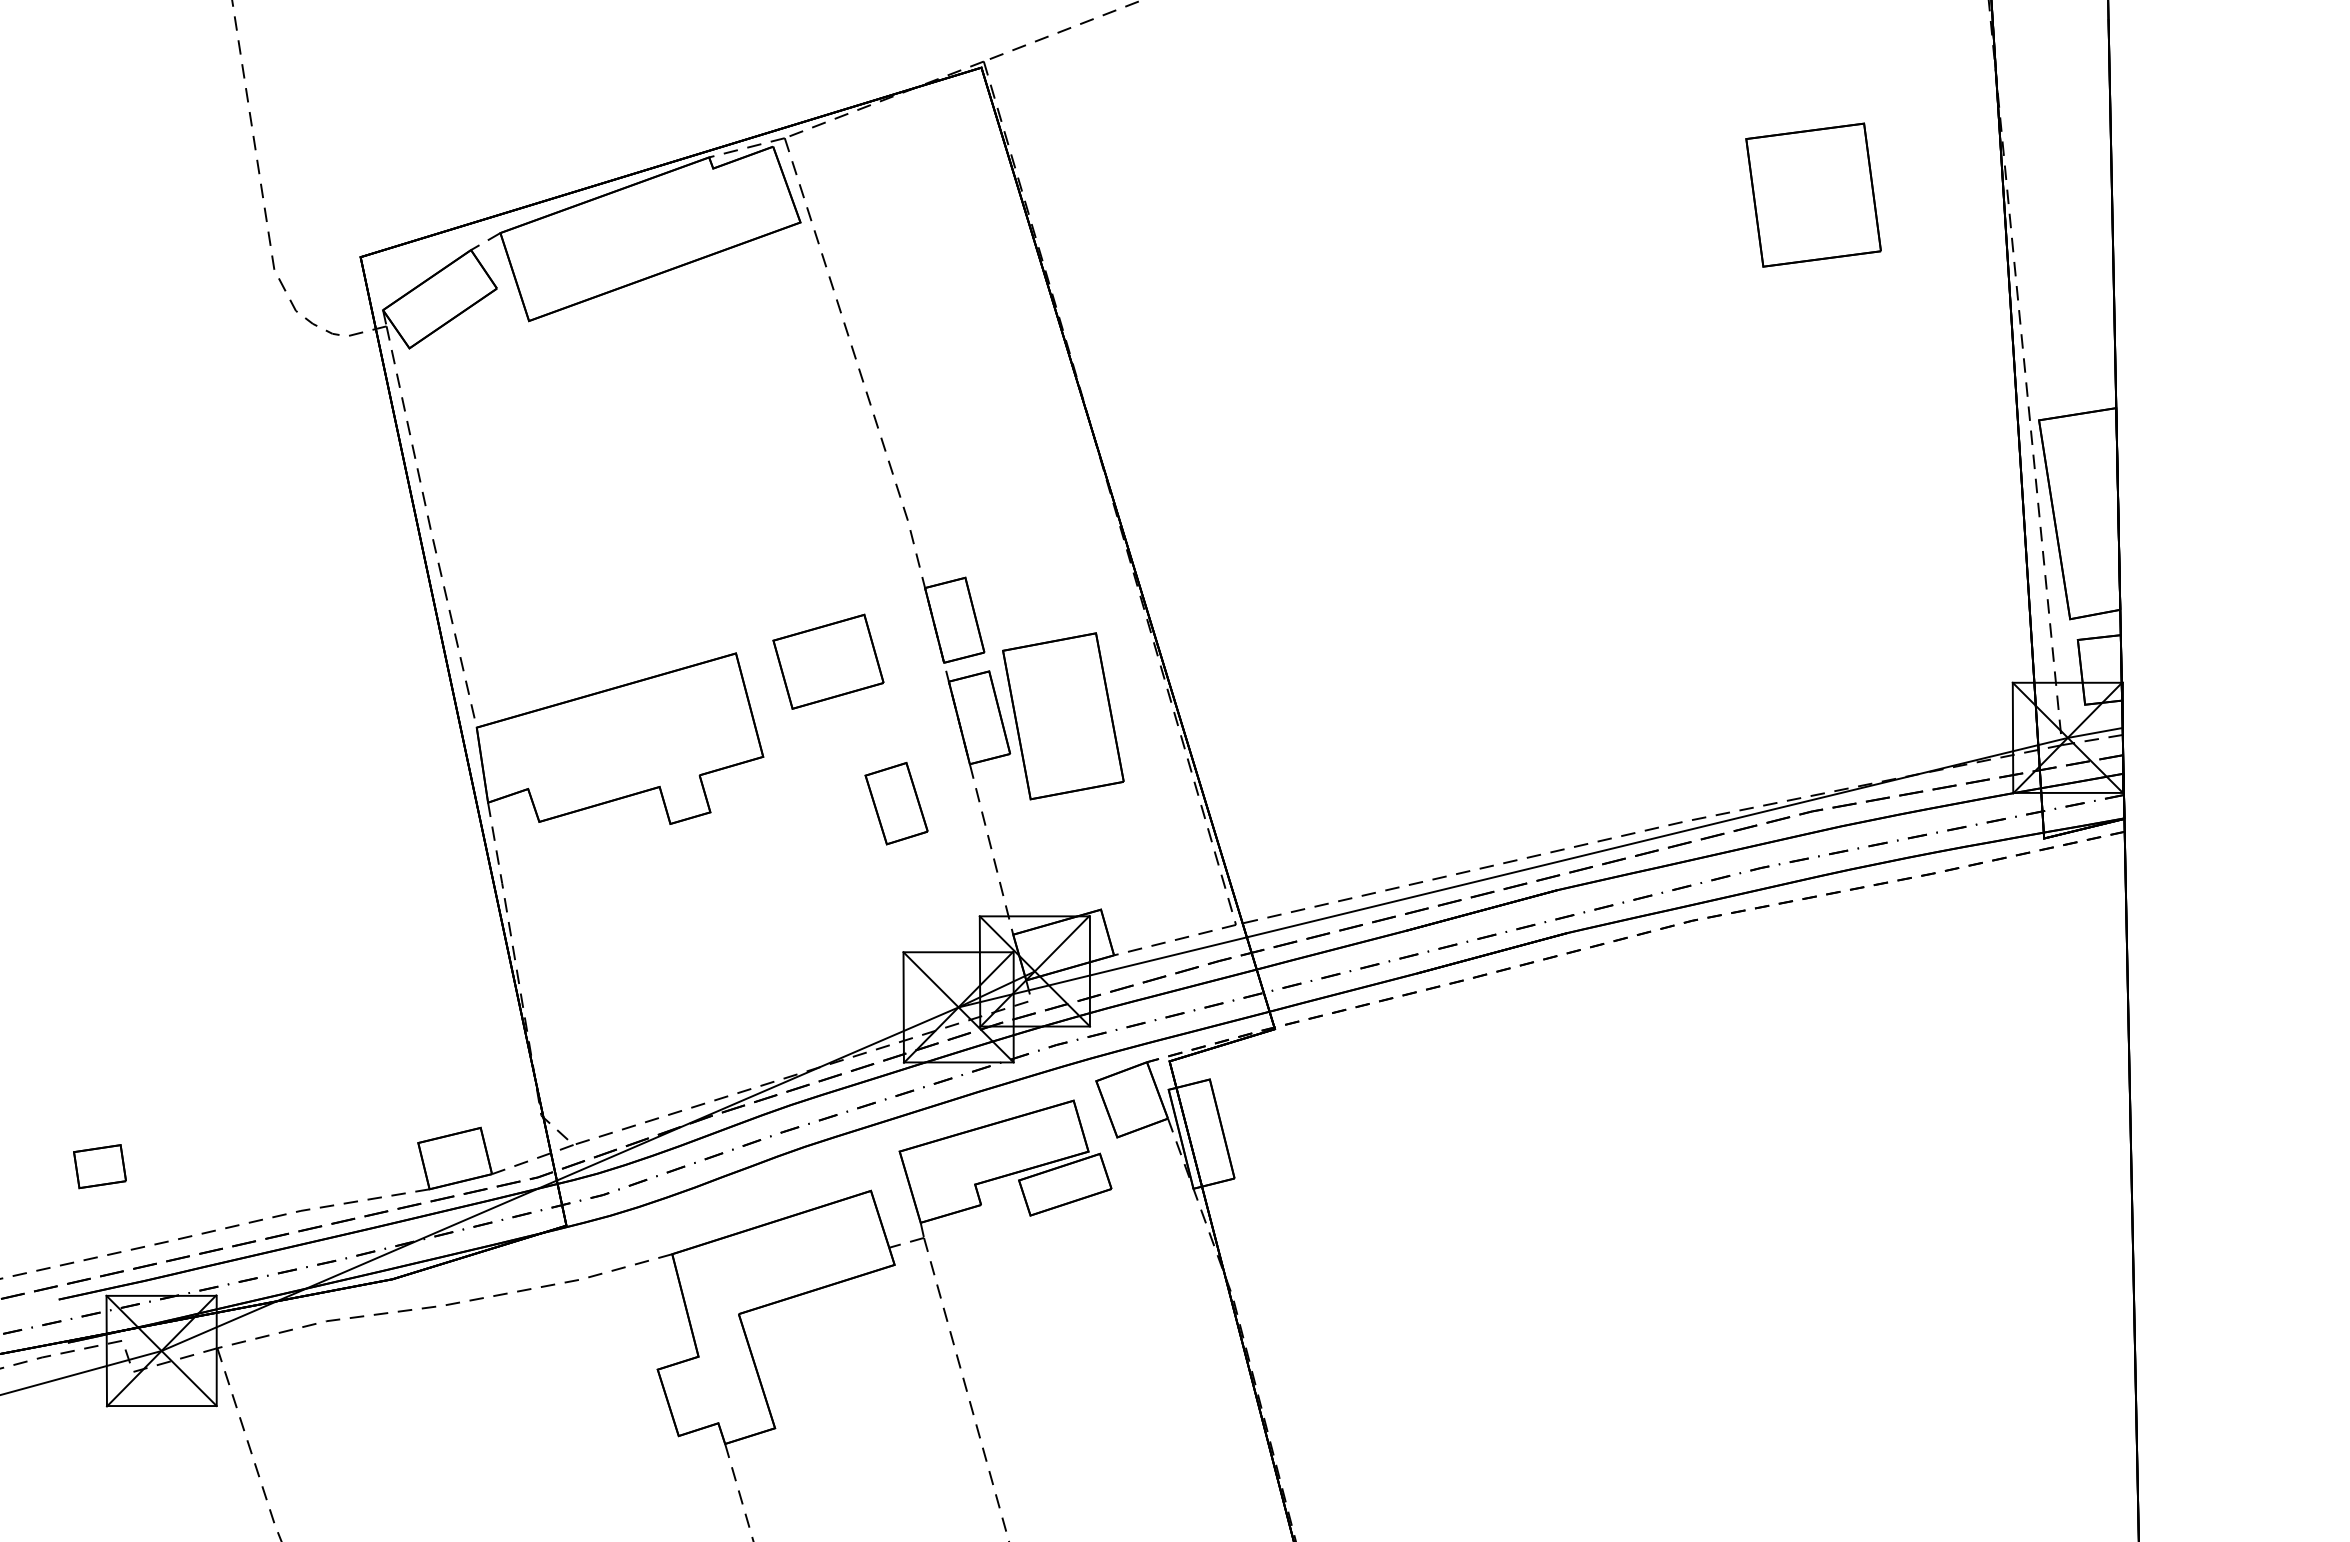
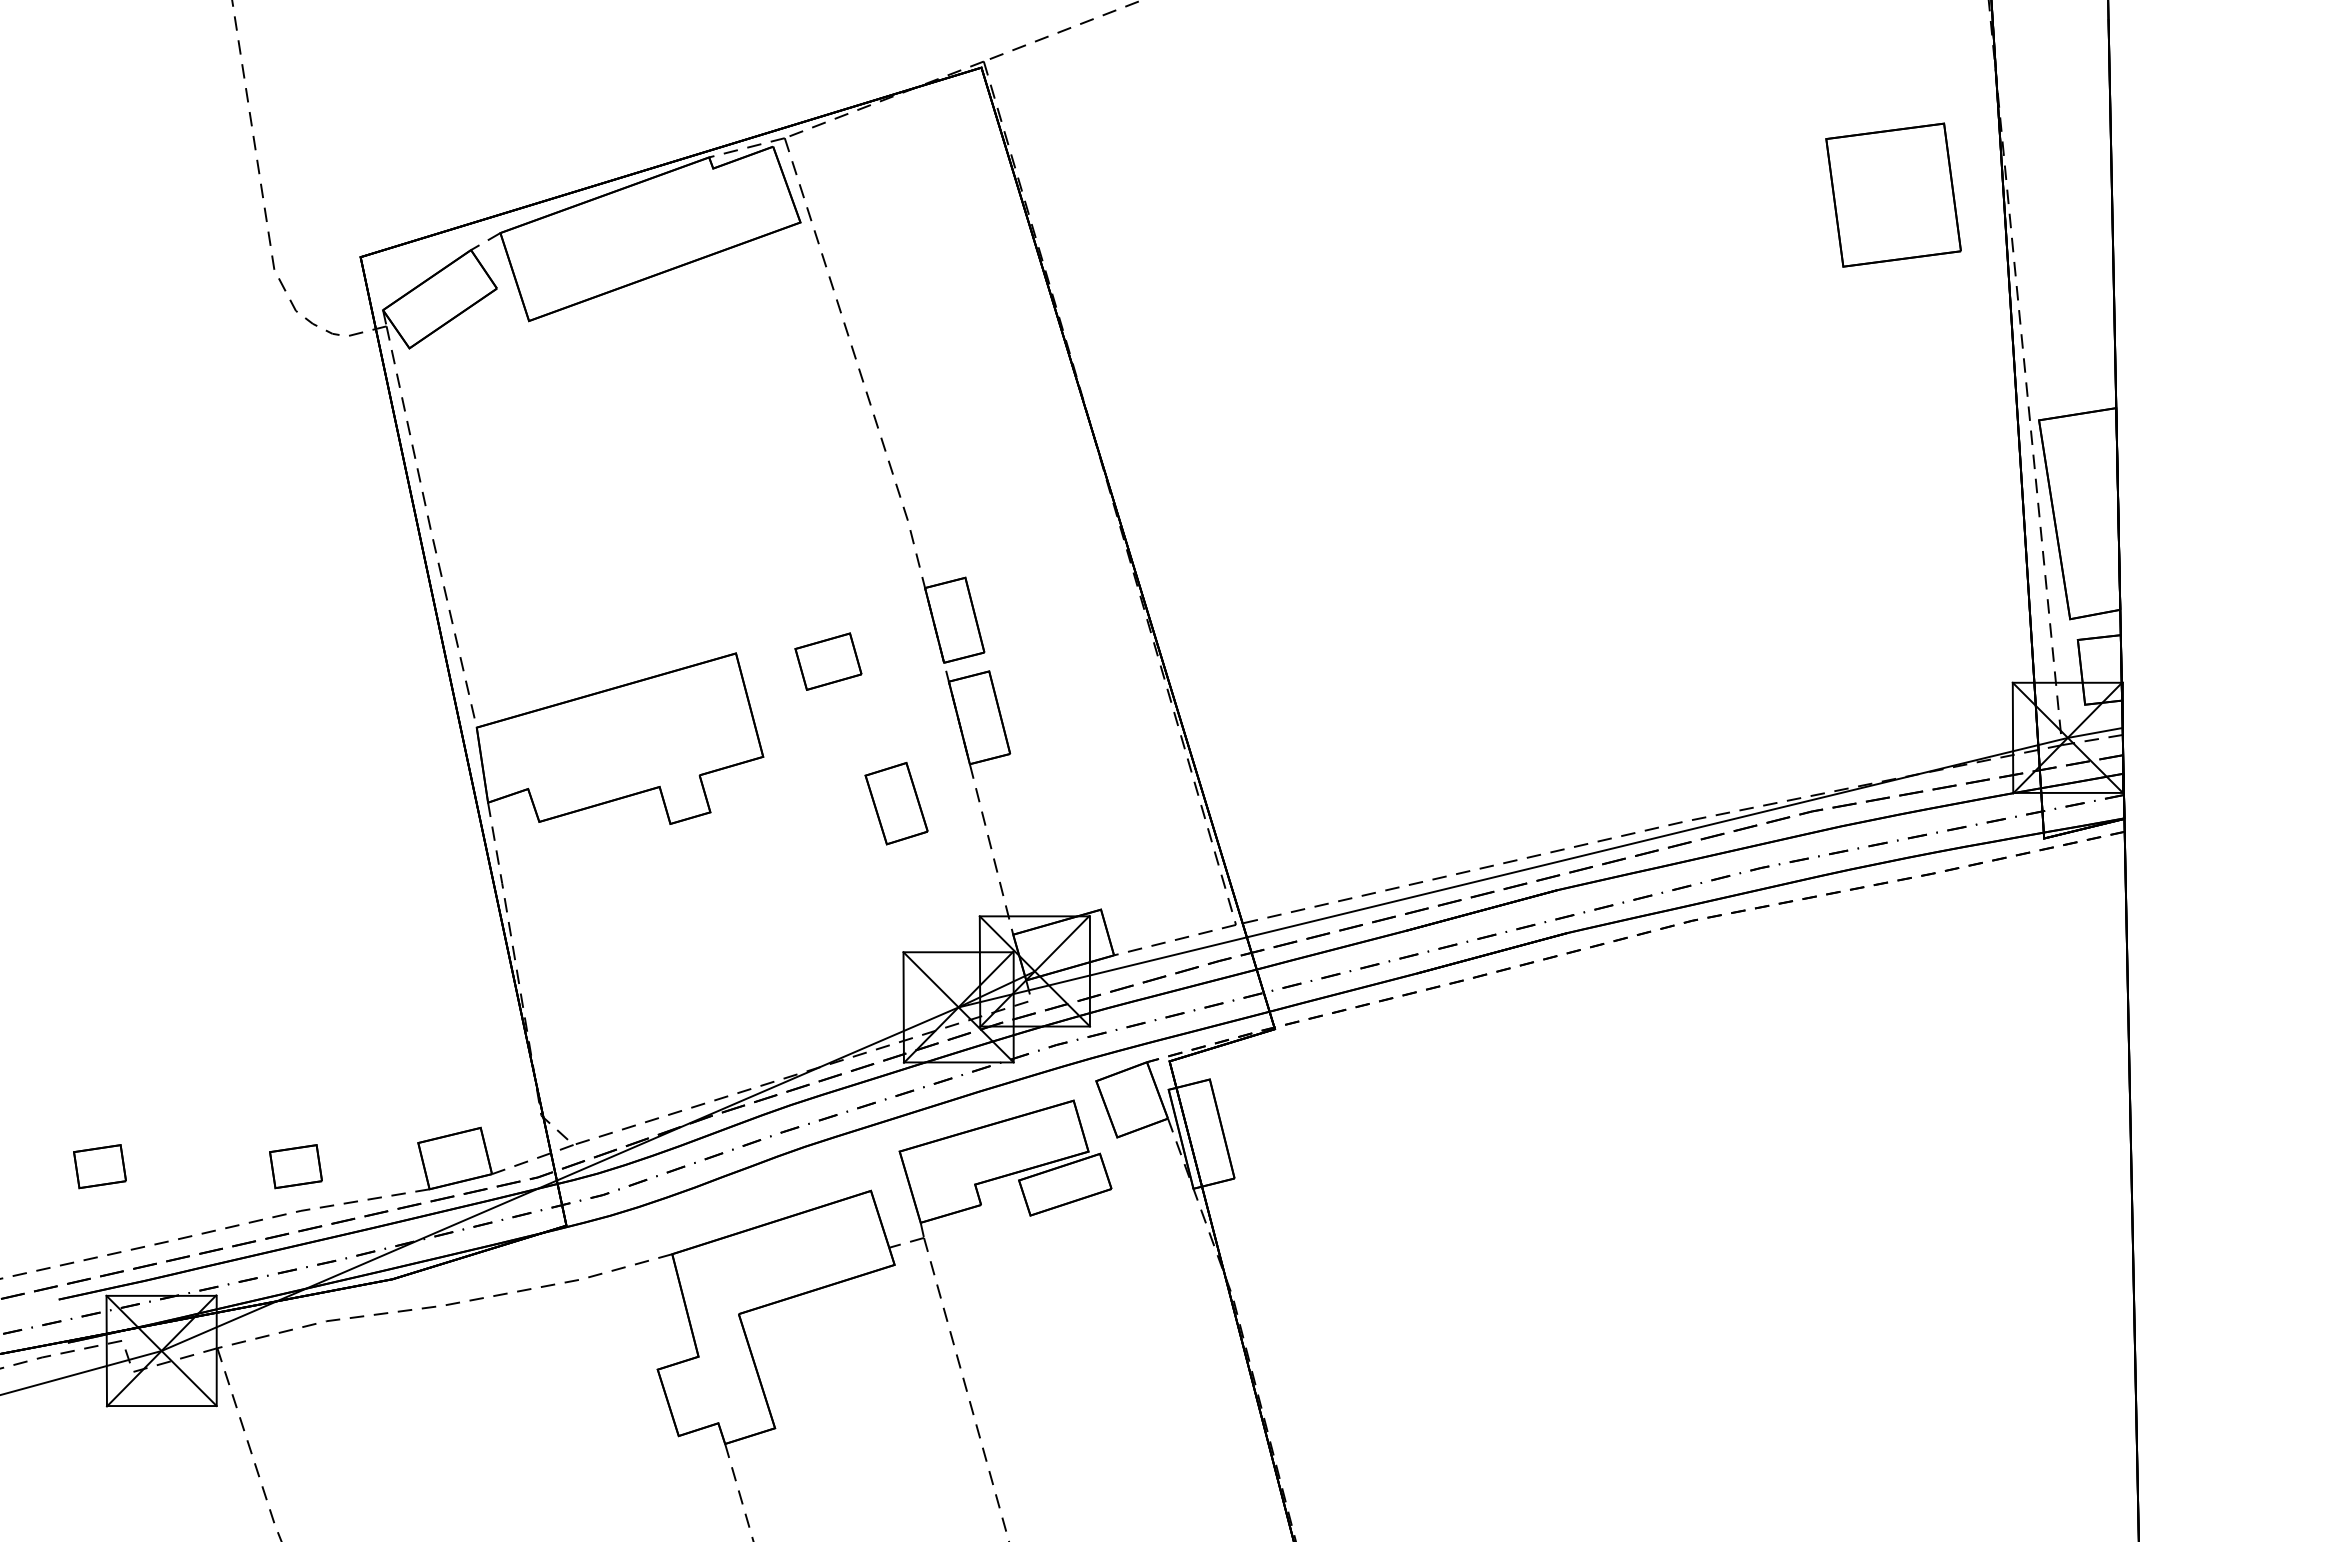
part at (1813, 194) position: (1813, 194) -> (1893, 194)
part at (828, 661) size: 113x97 px -> 69x59 px
part at (1063, 716): present -> none
part at (295, 1166): none -> present
